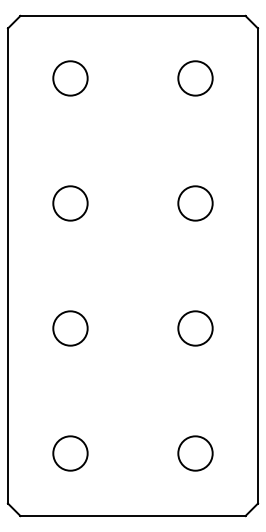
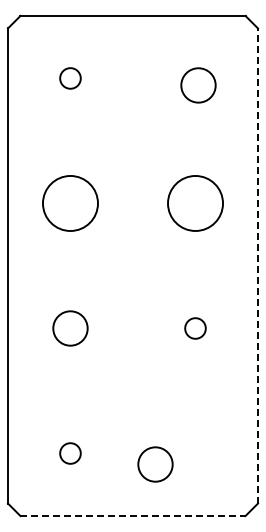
circle at (70, 78) diameter: 34 px -> 21 px
circle at (195, 78) position: (195, 78) -> (198, 85)
circle at (70, 203) diameter: 34 px -> 55 px
circle at (195, 203) diameter: 34 px -> 55 px
line at (258, 266): solid -> dashed
circle at (195, 328) diameter: 34 px -> 21 px
circle at (70, 453) diameter: 34 px -> 21 px
circle at (195, 453) position: (195, 453) -> (155, 464)
line at (133, 516): solid -> dashed
